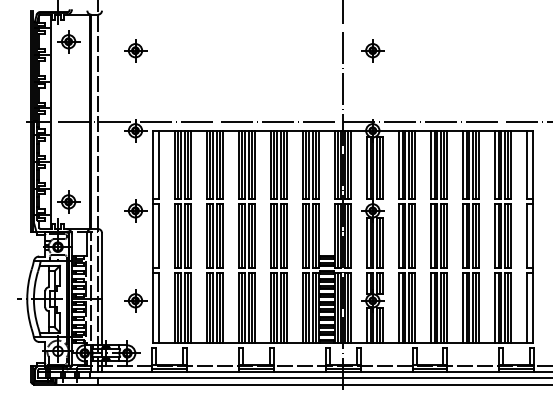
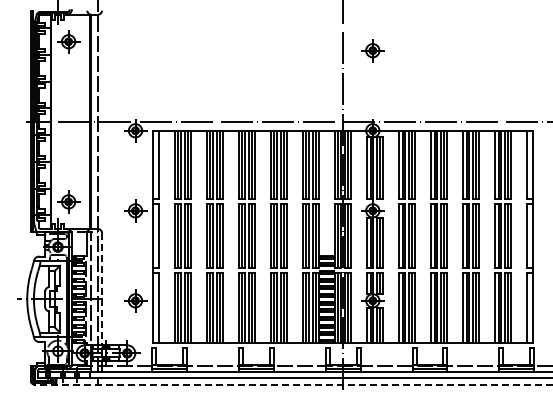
part at (135, 50): present -> none
line at (102, 289): solid -> dashed
line at (292, 384): solid -> dashed
